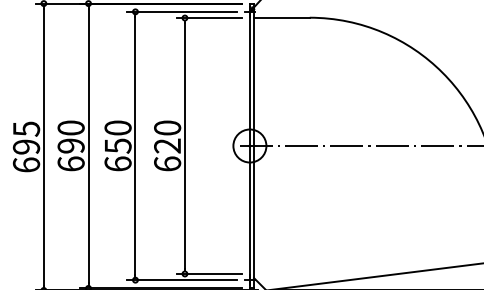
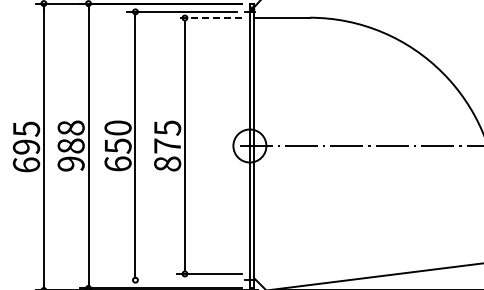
line at (208, 18): solid -> dashed
text at (70, 145): 690 -> 988
text at (167, 145): 620 -> 875
line at (181, 280): present -> none
